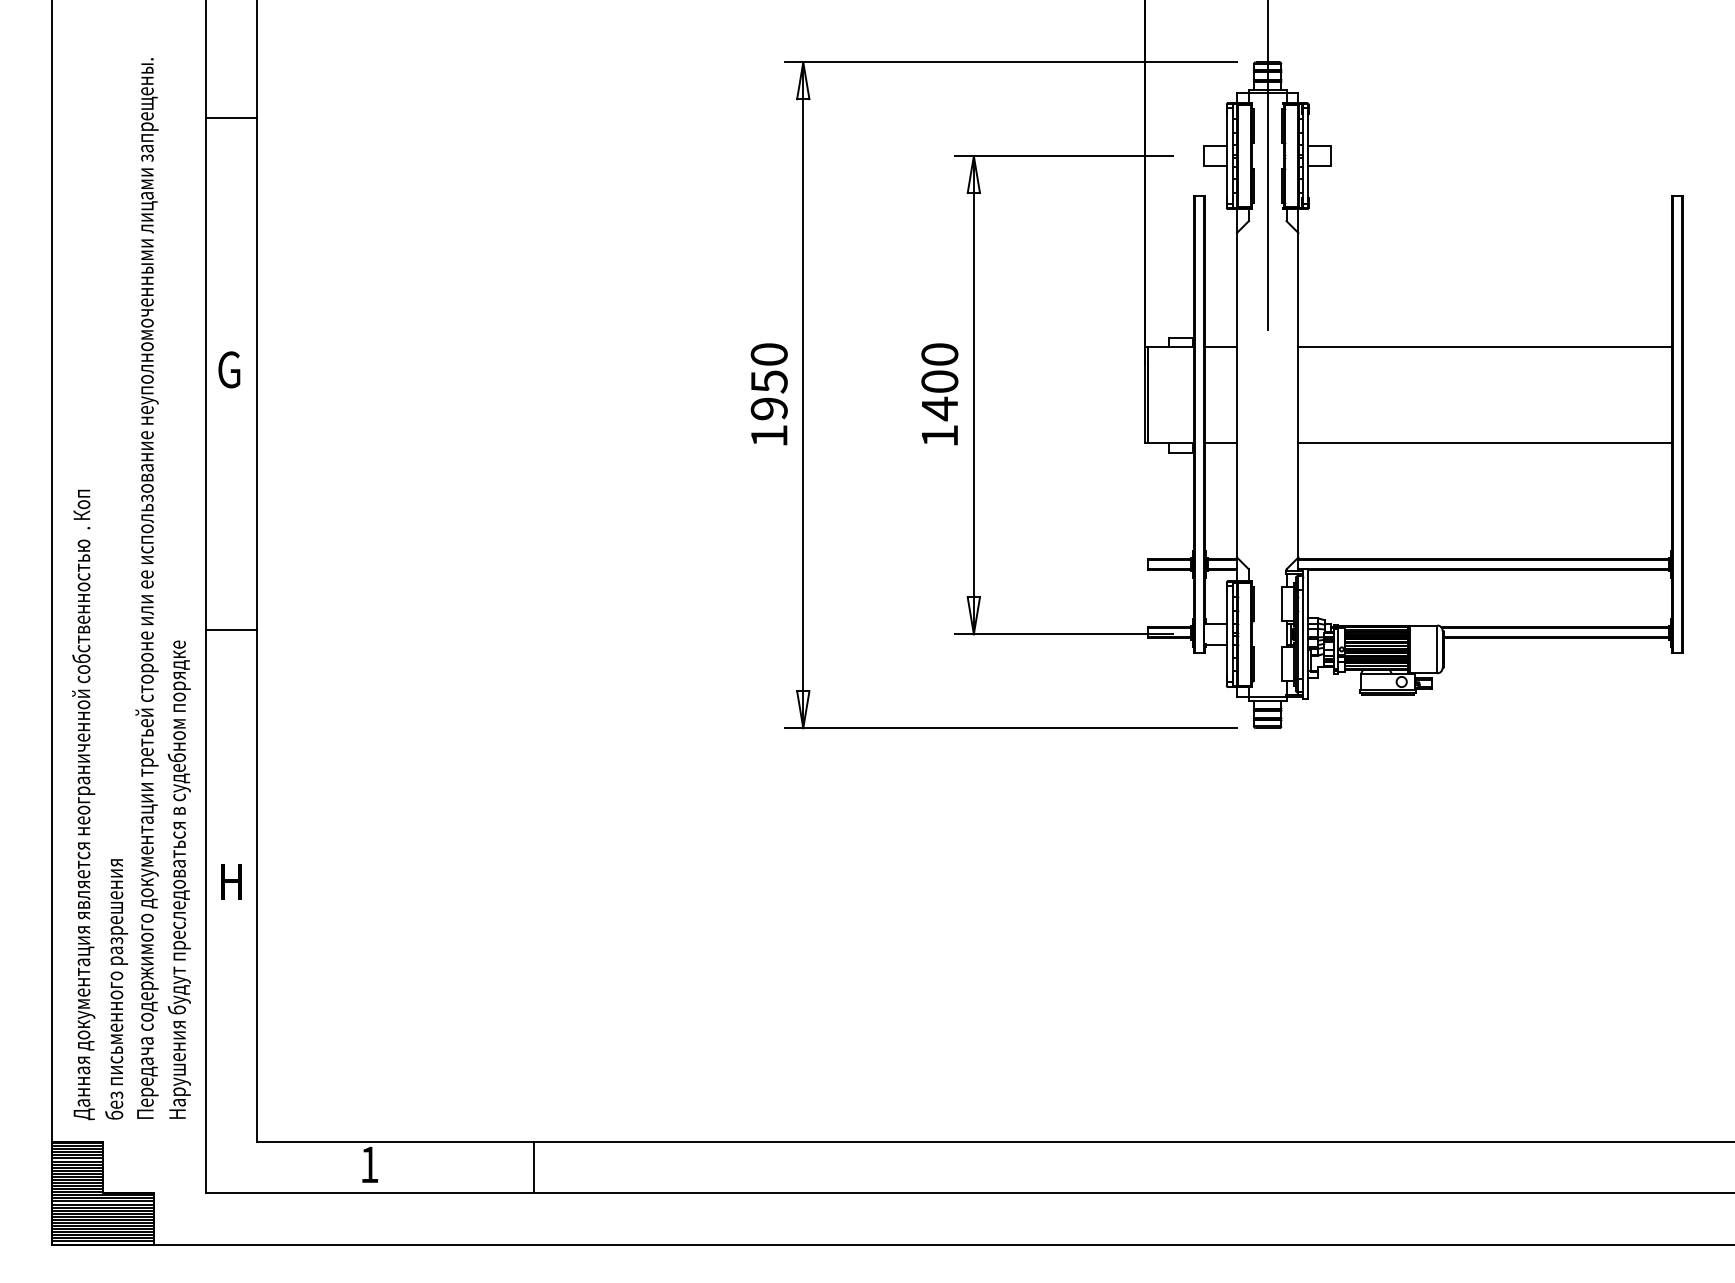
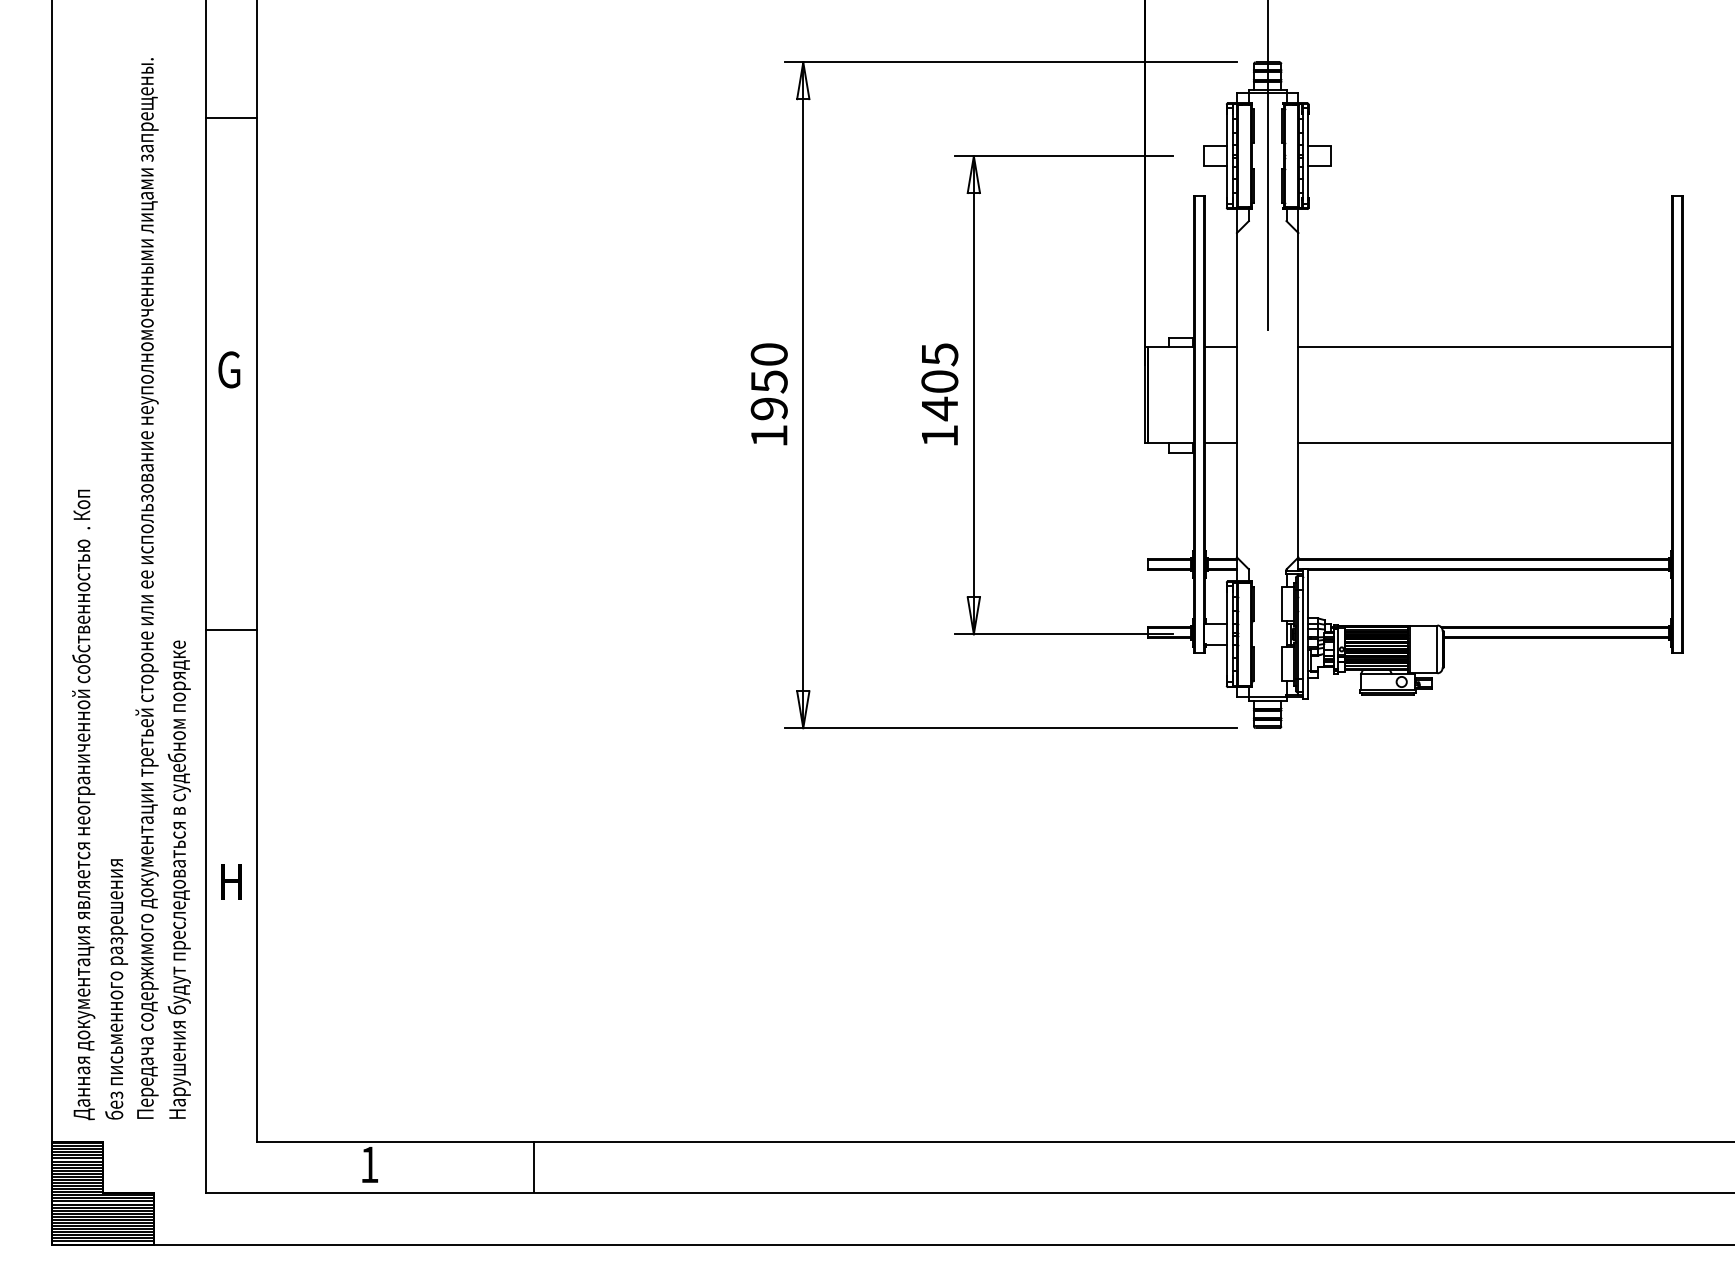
text at (939, 354): 1400 -> 1405
